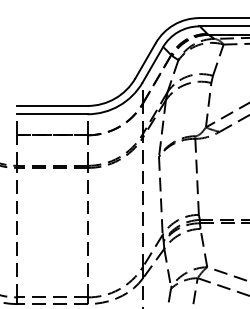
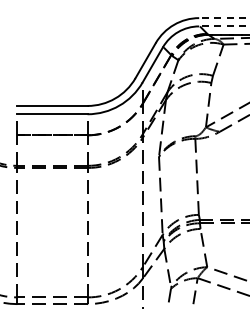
line at (224, 18): solid -> dashed
line at (224, 26): solid -> dashed
